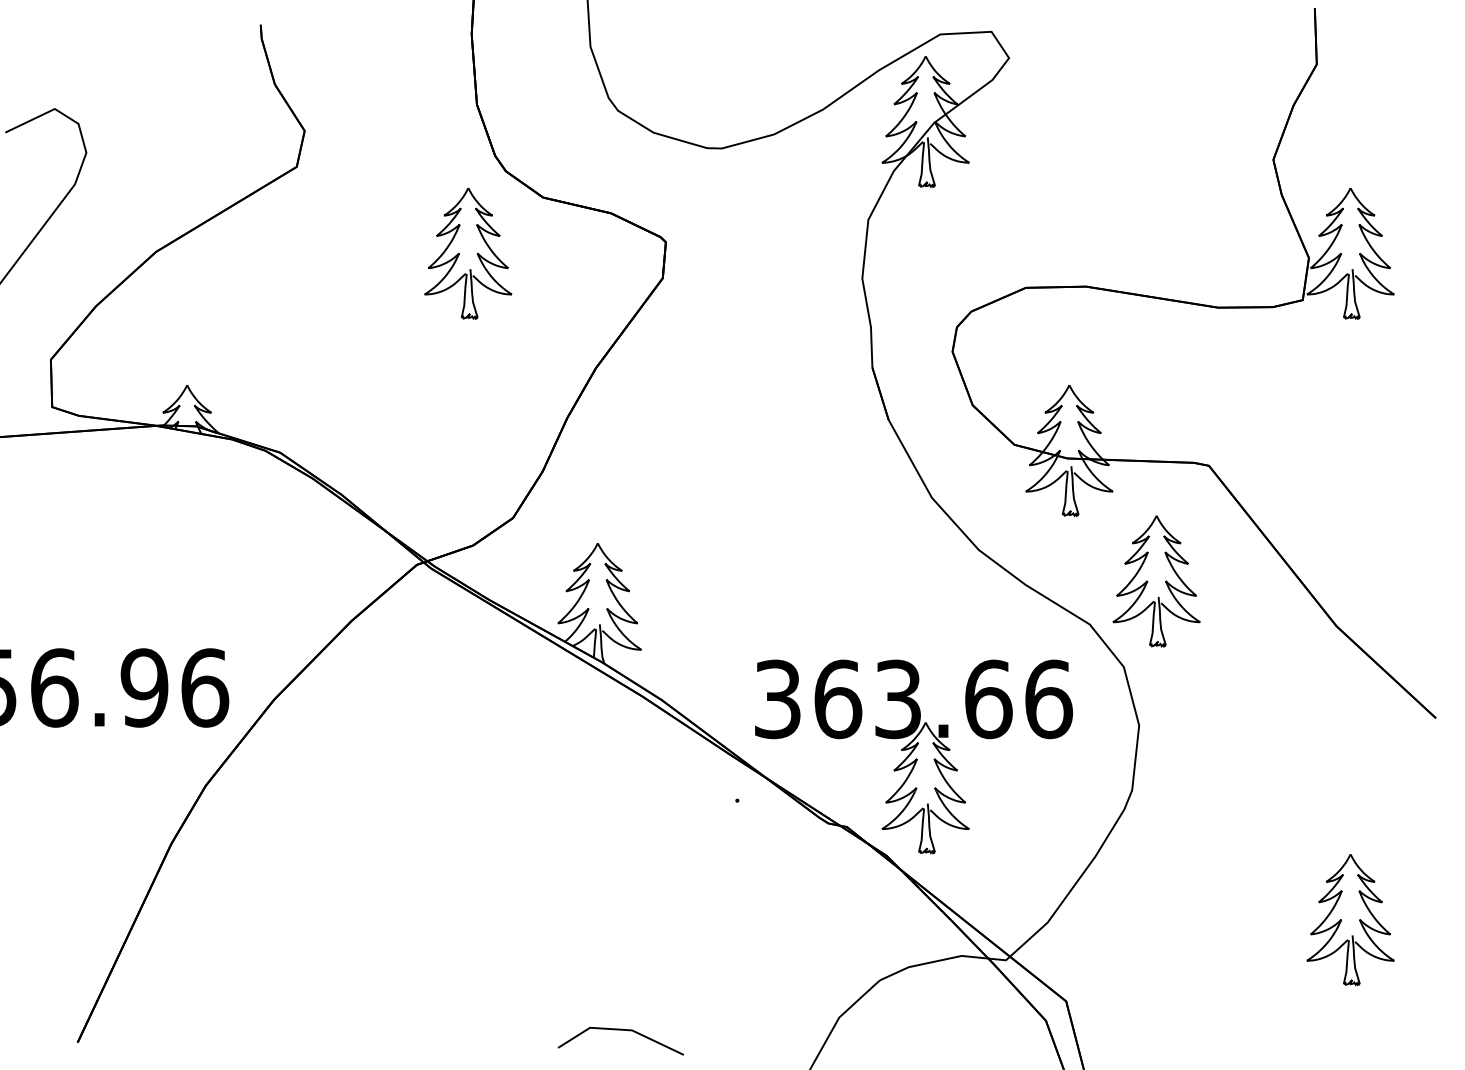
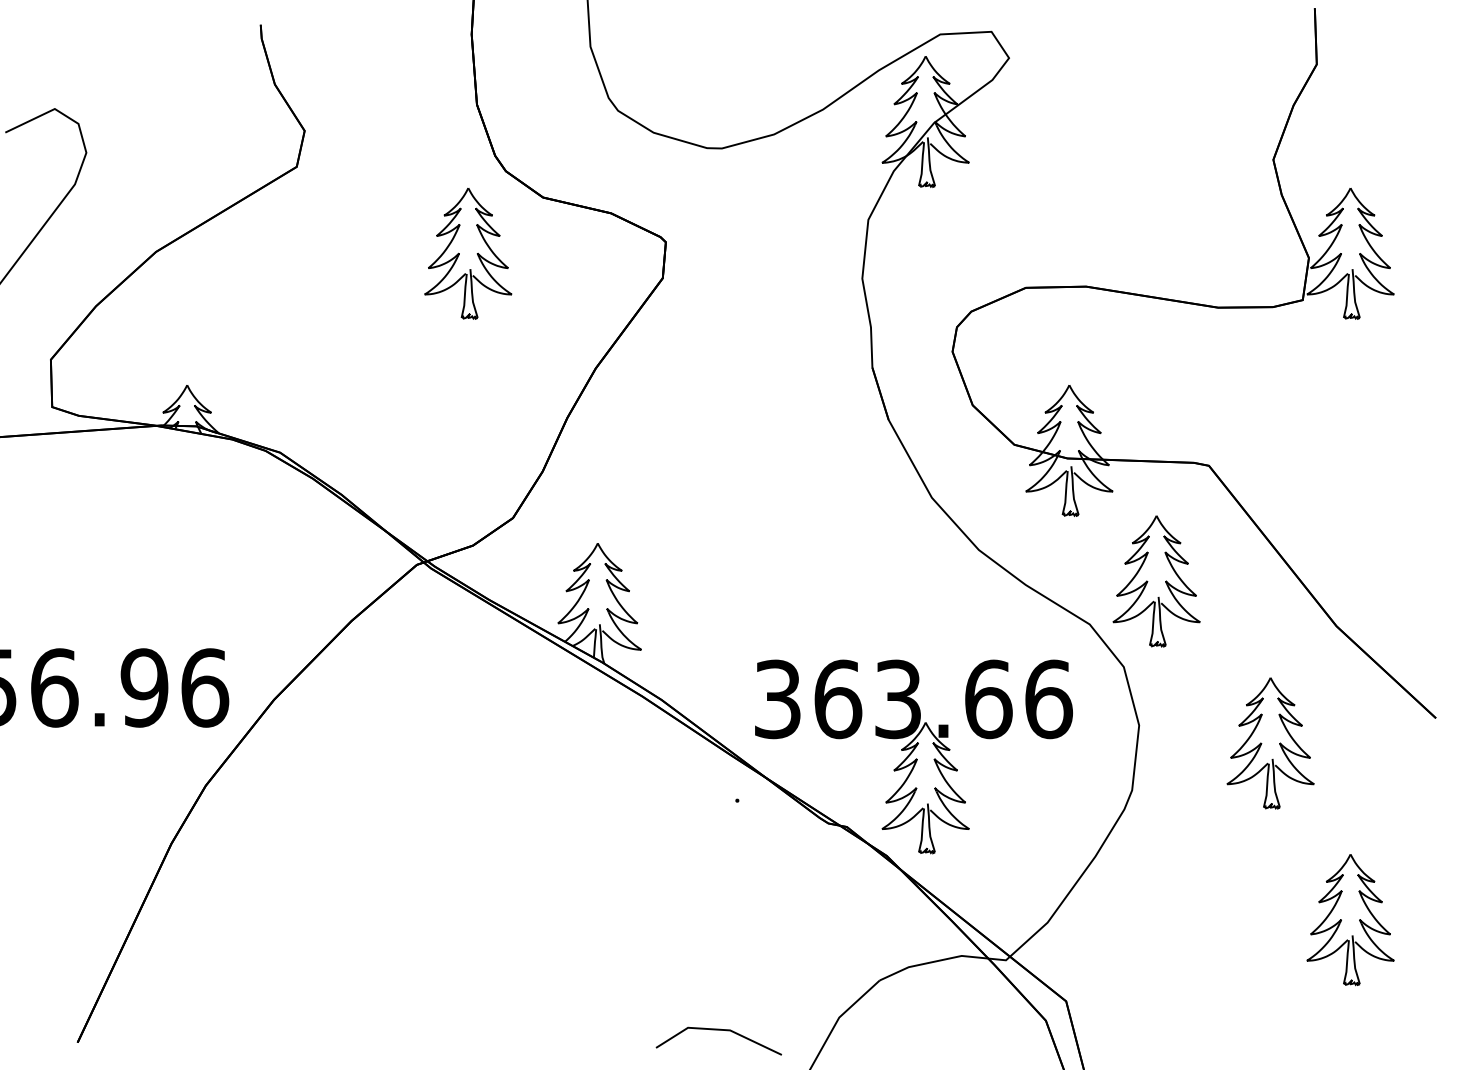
part at (1270, 743): none -> present
line at (620, 1030) position: (620, 1030) -> (718, 1030)
